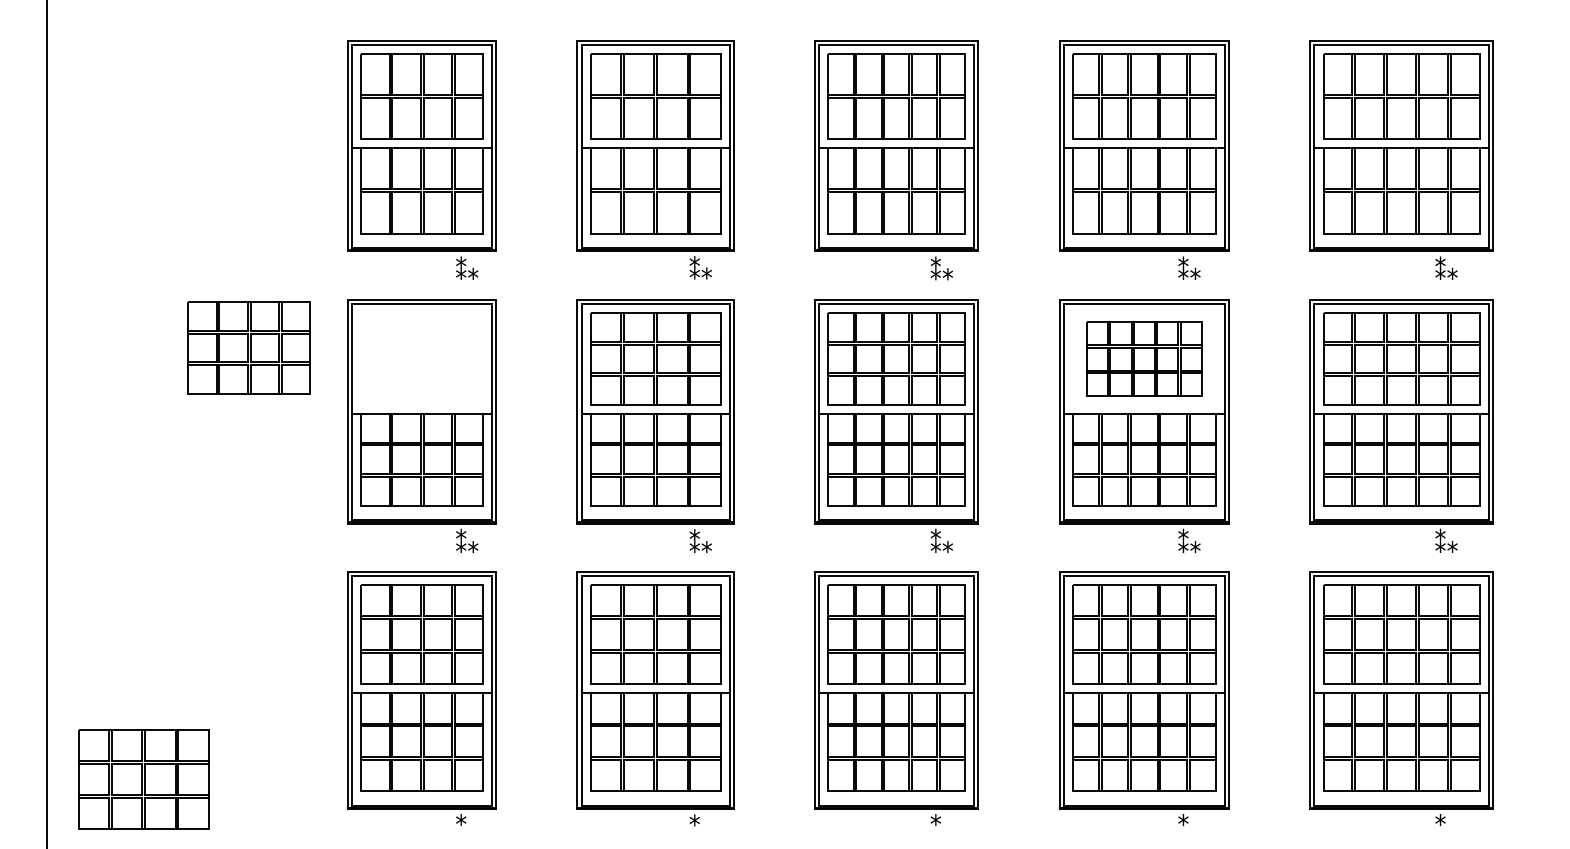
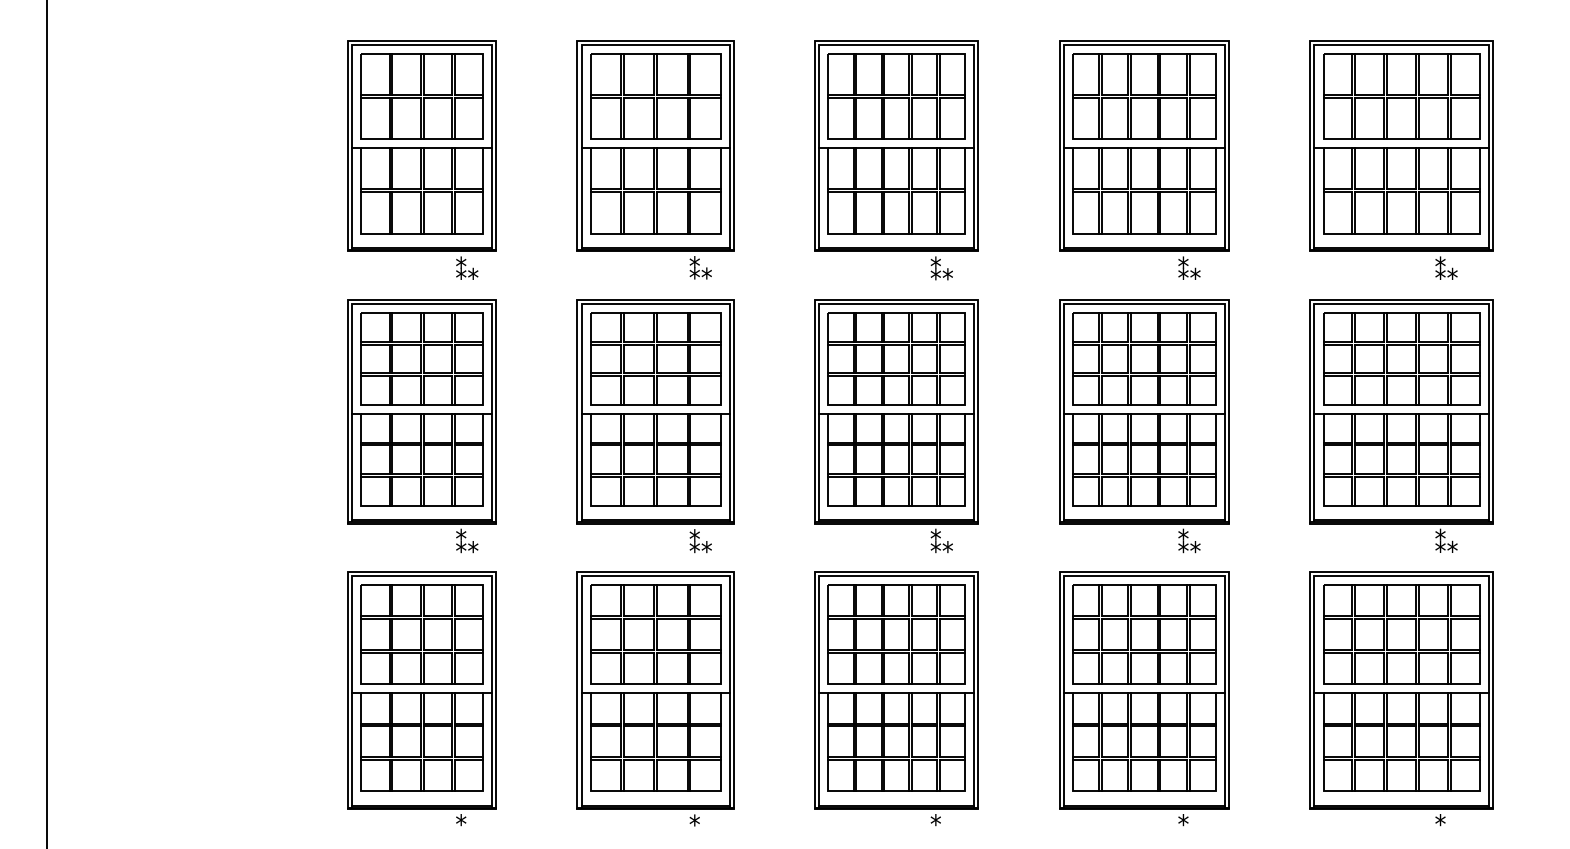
part at (248, 347) position: (248, 347) -> (421, 358)
part at (1144, 358) size: 117x76 px -> 145x94 px
part at (143, 779): present -> none
